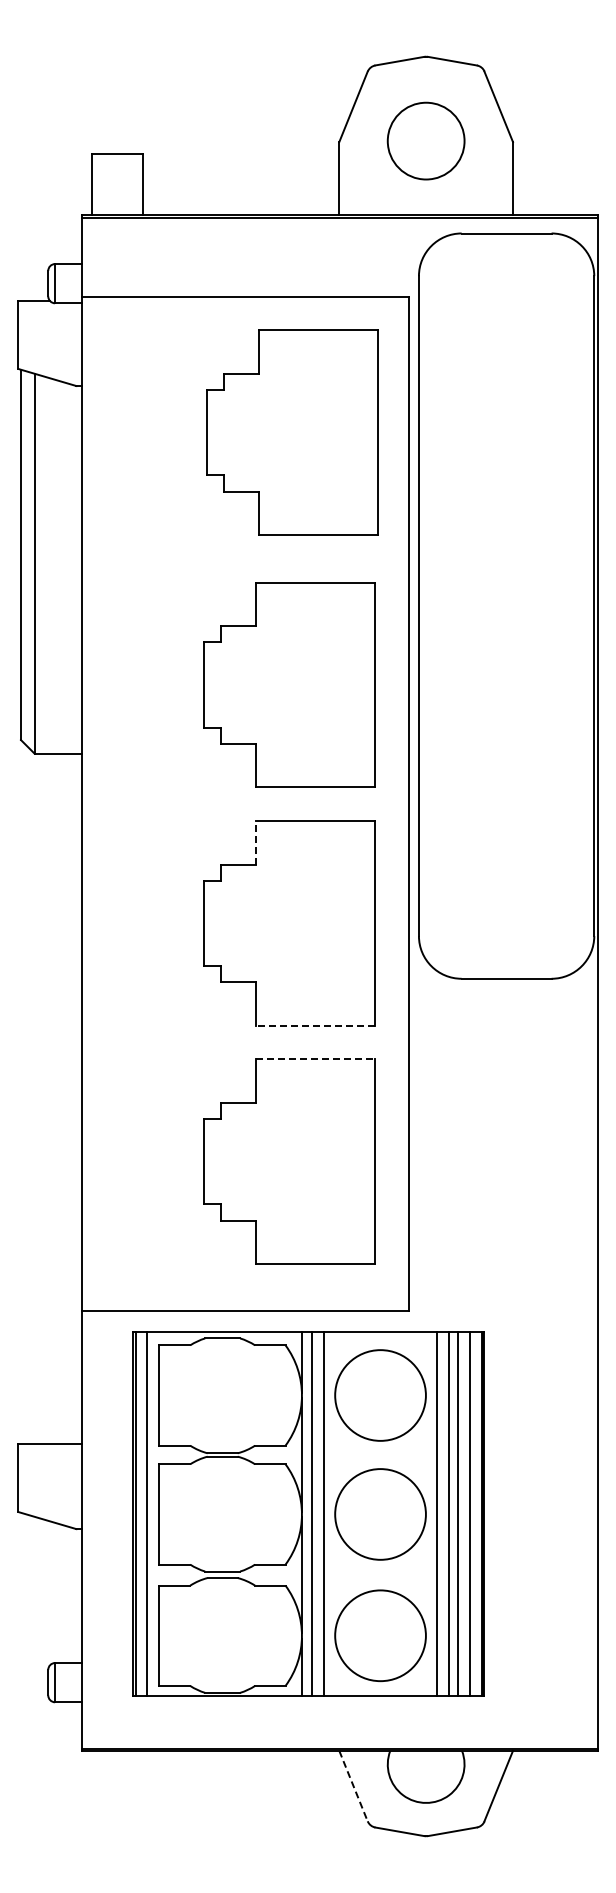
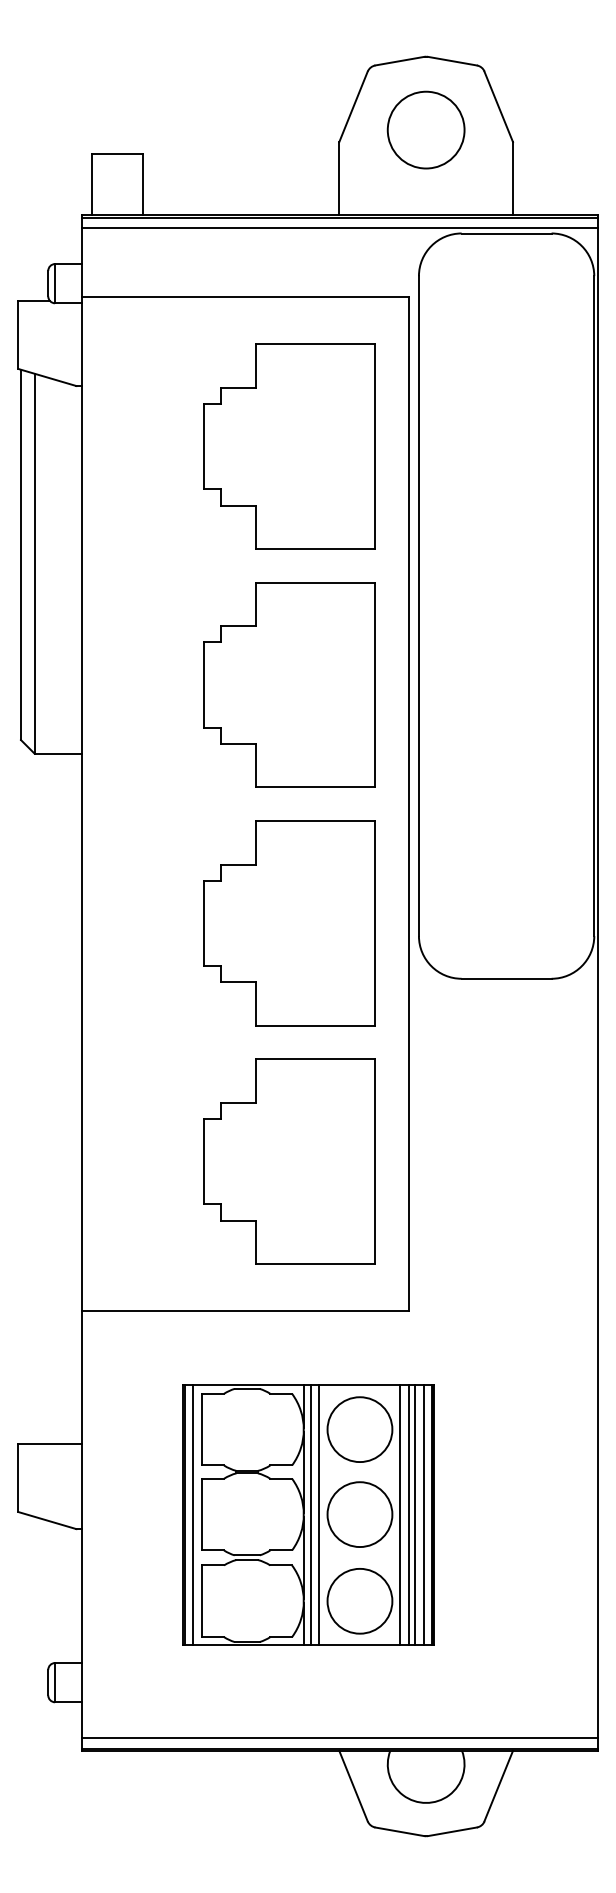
circle at (425, 140) position: (425, 140) -> (425, 129)
line at (339, 227): none -> present
part at (292, 432) position: (292, 432) -> (289, 446)
line at (255, 842): dashed -> solid
line at (315, 1025): dashed -> solid
line at (315, 1059): dashed -> solid
part at (308, 1513) size: 353x366 px -> 253x262 px
line at (339, 1738): none -> present
line at (353, 1786): dashed -> solid
